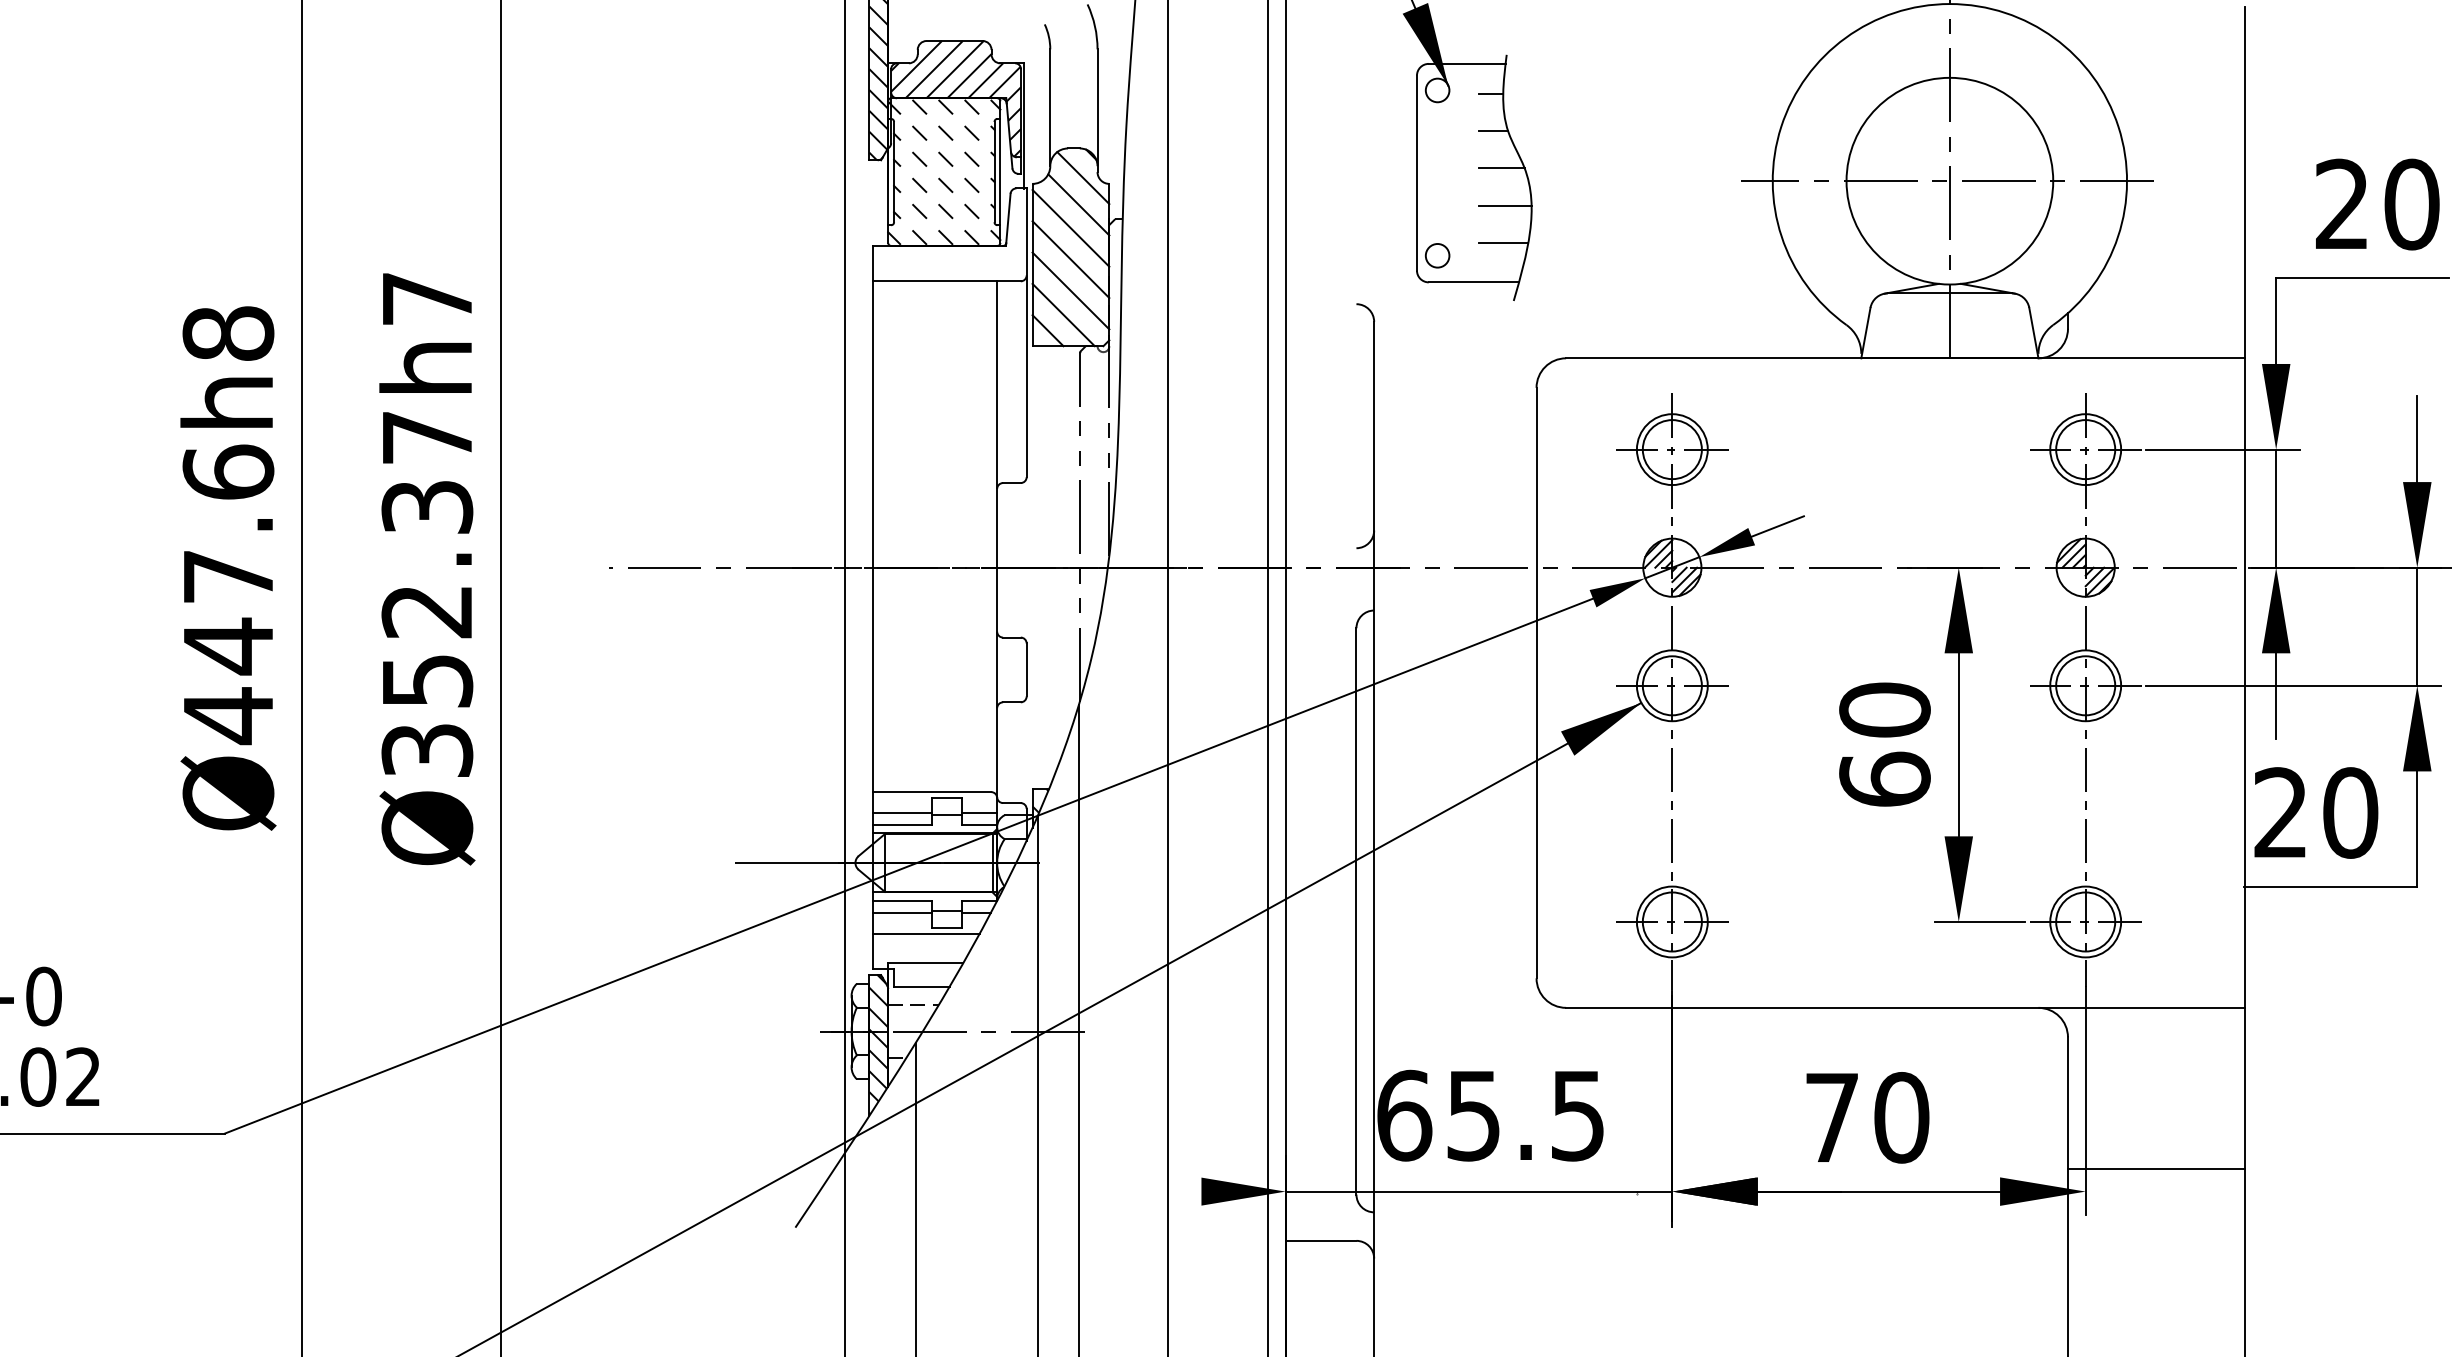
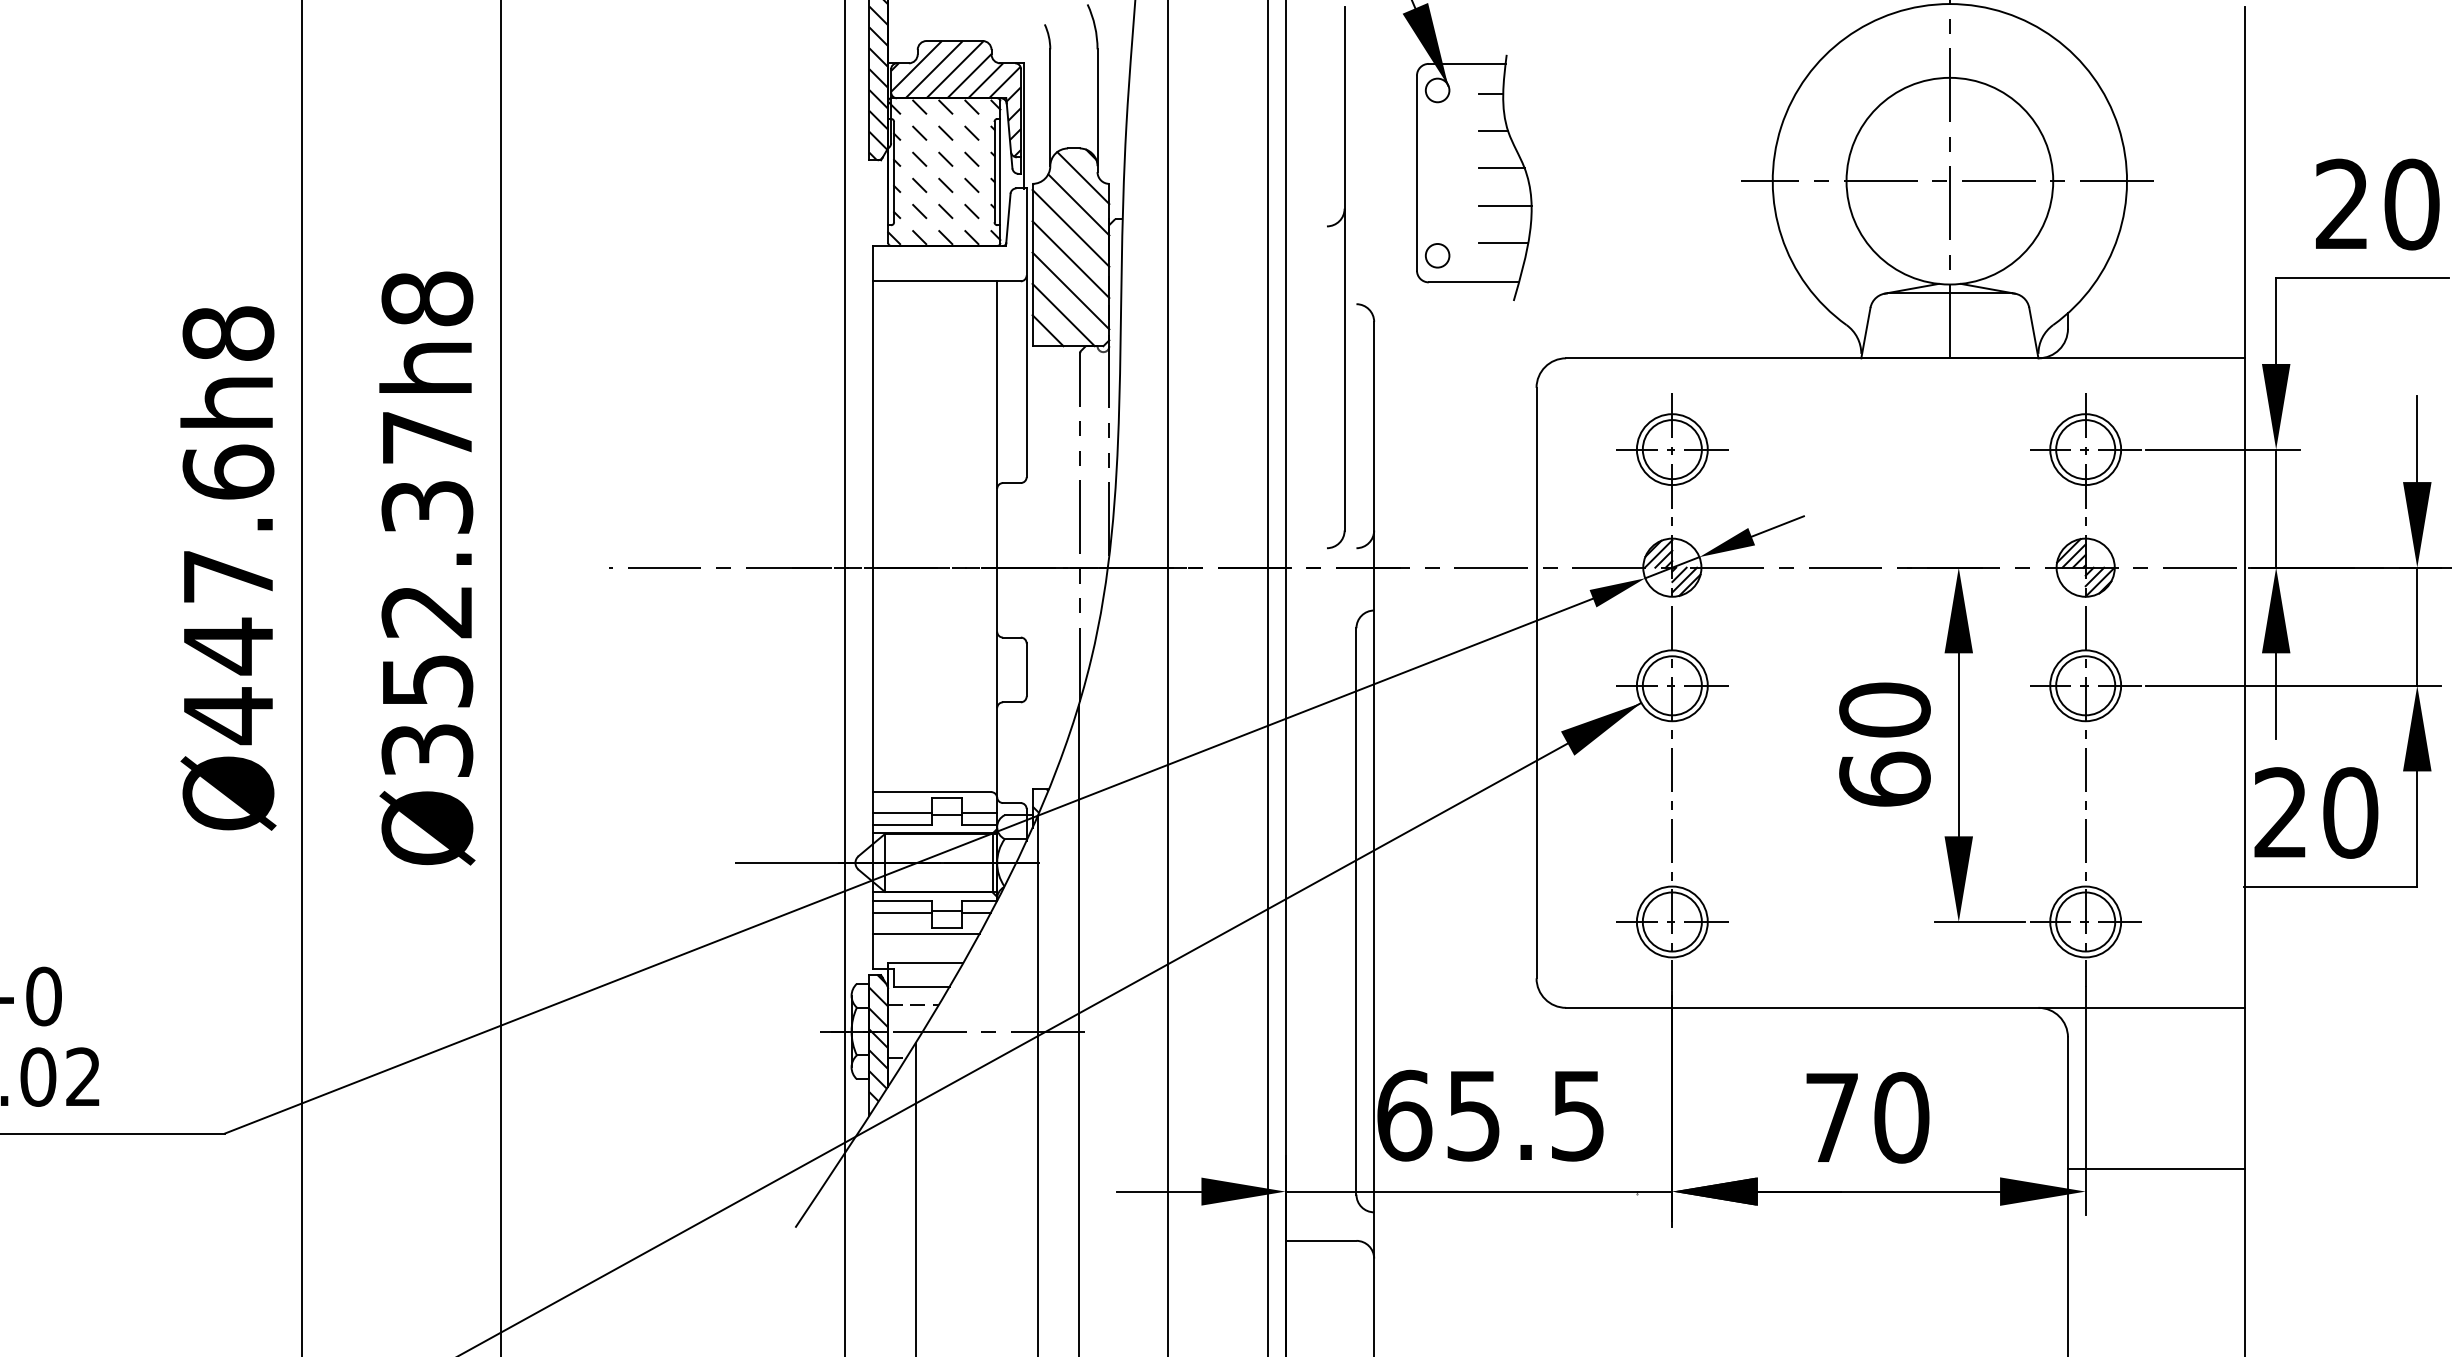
part at (1344, 277): none -> present
text at (427, 298): Ø352.37h7 -> Ø352.37h8
line at (1159, 1191): none -> present
